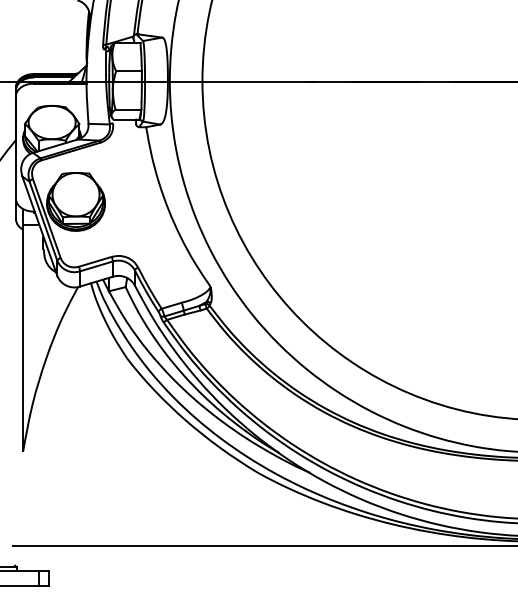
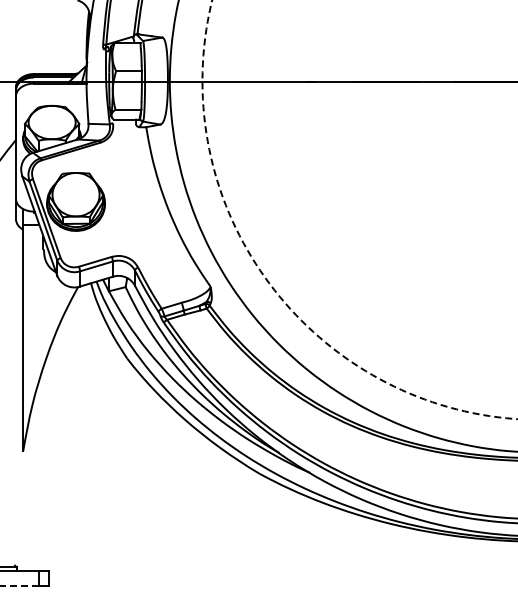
circle at (359, 209): solid -> dashed
line at (263, 546): present -> none
line at (19, 585): solid -> dashed
